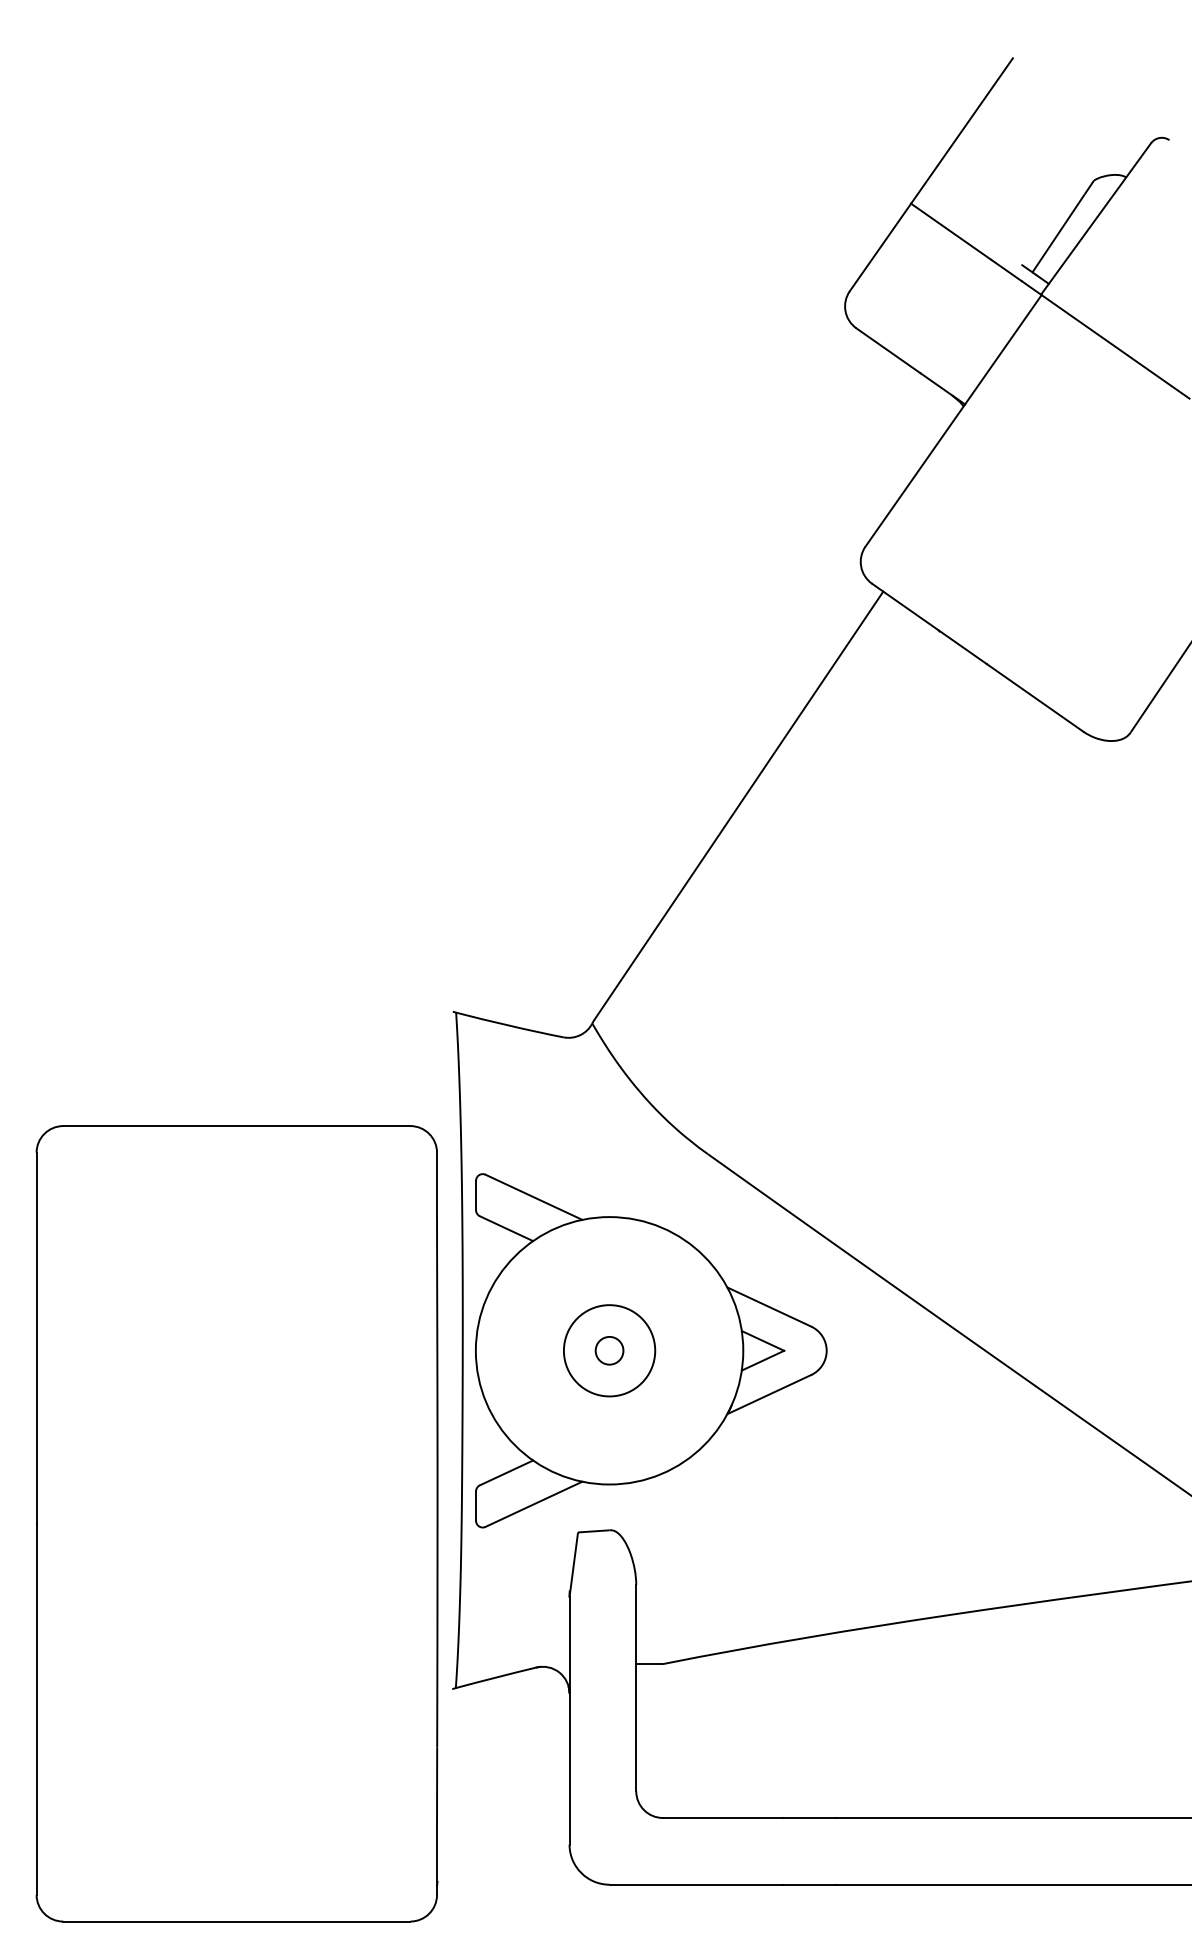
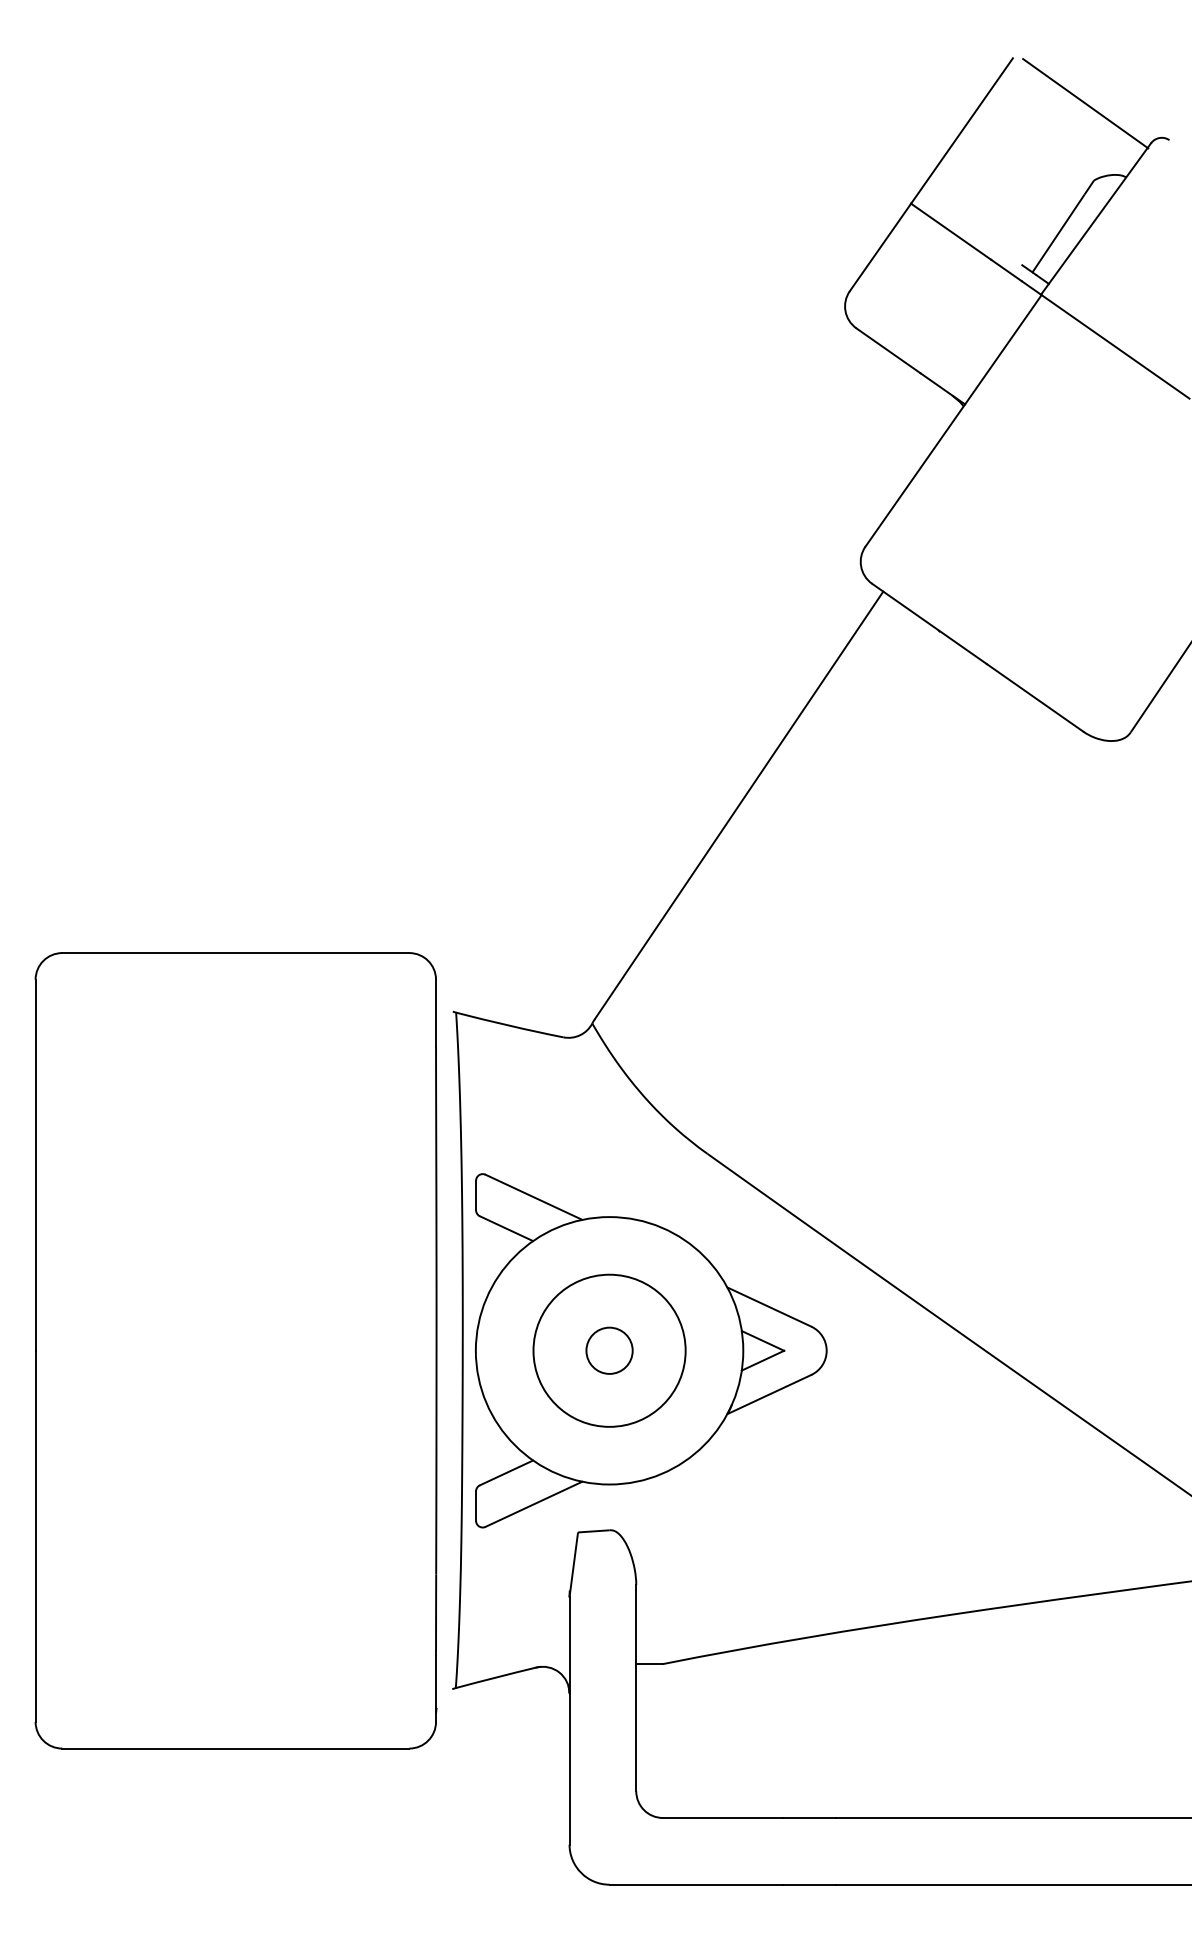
line at (1085, 103): none -> present
circle at (609, 1350) diameter: 28 px -> 46 px
circle at (609, 1350) diameter: 91 px -> 152 px
part at (236, 1523) position: (236, 1523) -> (235, 1350)
